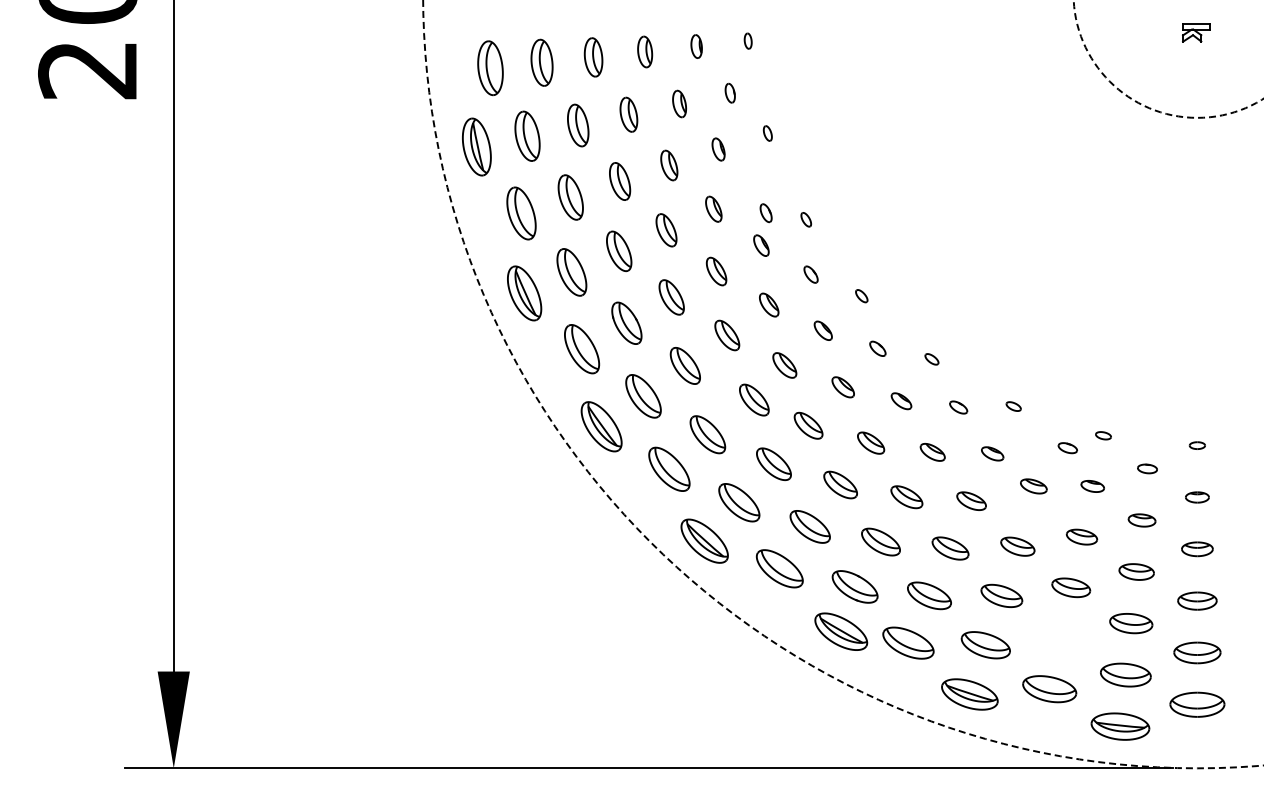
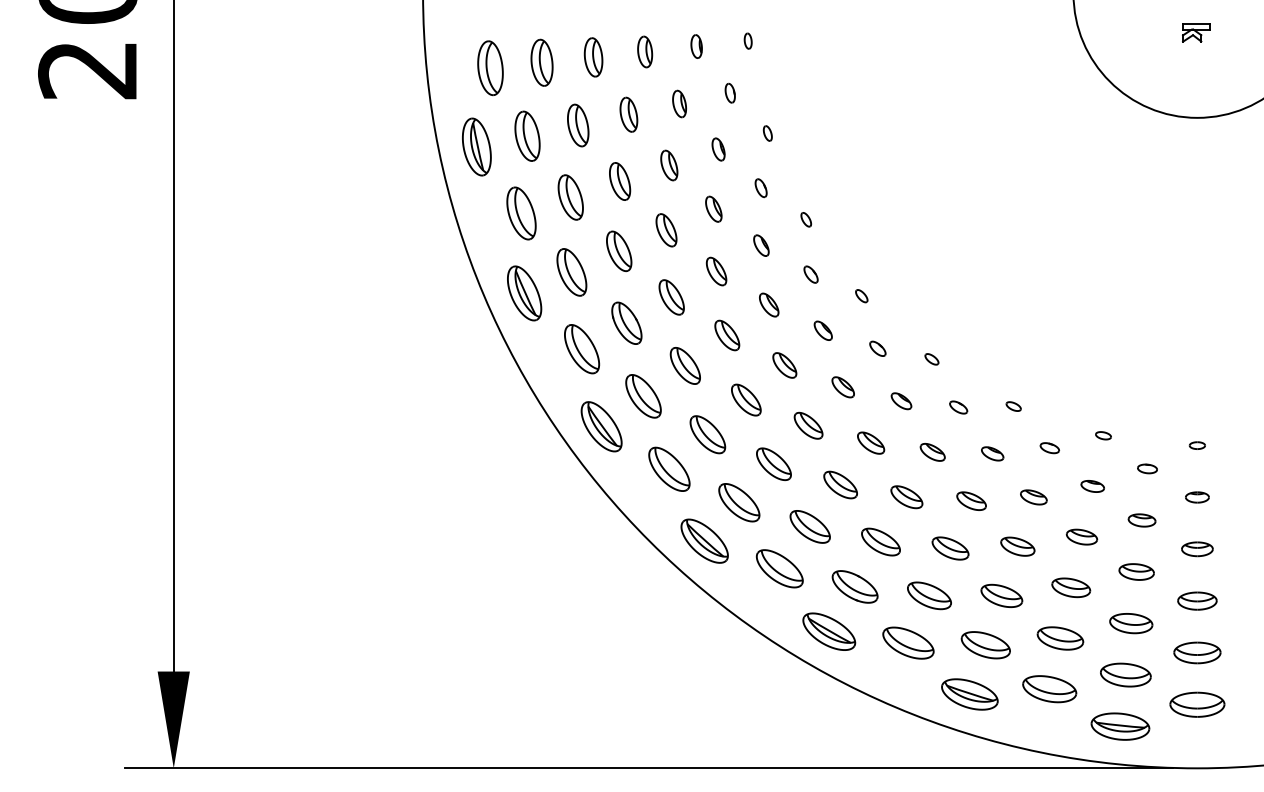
circle at (1168, 58): dashed -> solid
part at (765, 213) position: (765, 213) -> (760, 188)
circle at (843, 384): dashed -> solid
part at (754, 399) position: (754, 399) -> (746, 399)
part at (1067, 448) position: (1067, 448) -> (1049, 448)
part at (1033, 486) position: (1033, 486) -> (1033, 497)
part at (841, 631) position: (841, 631) -> (829, 631)
part at (1060, 638): none -> present
